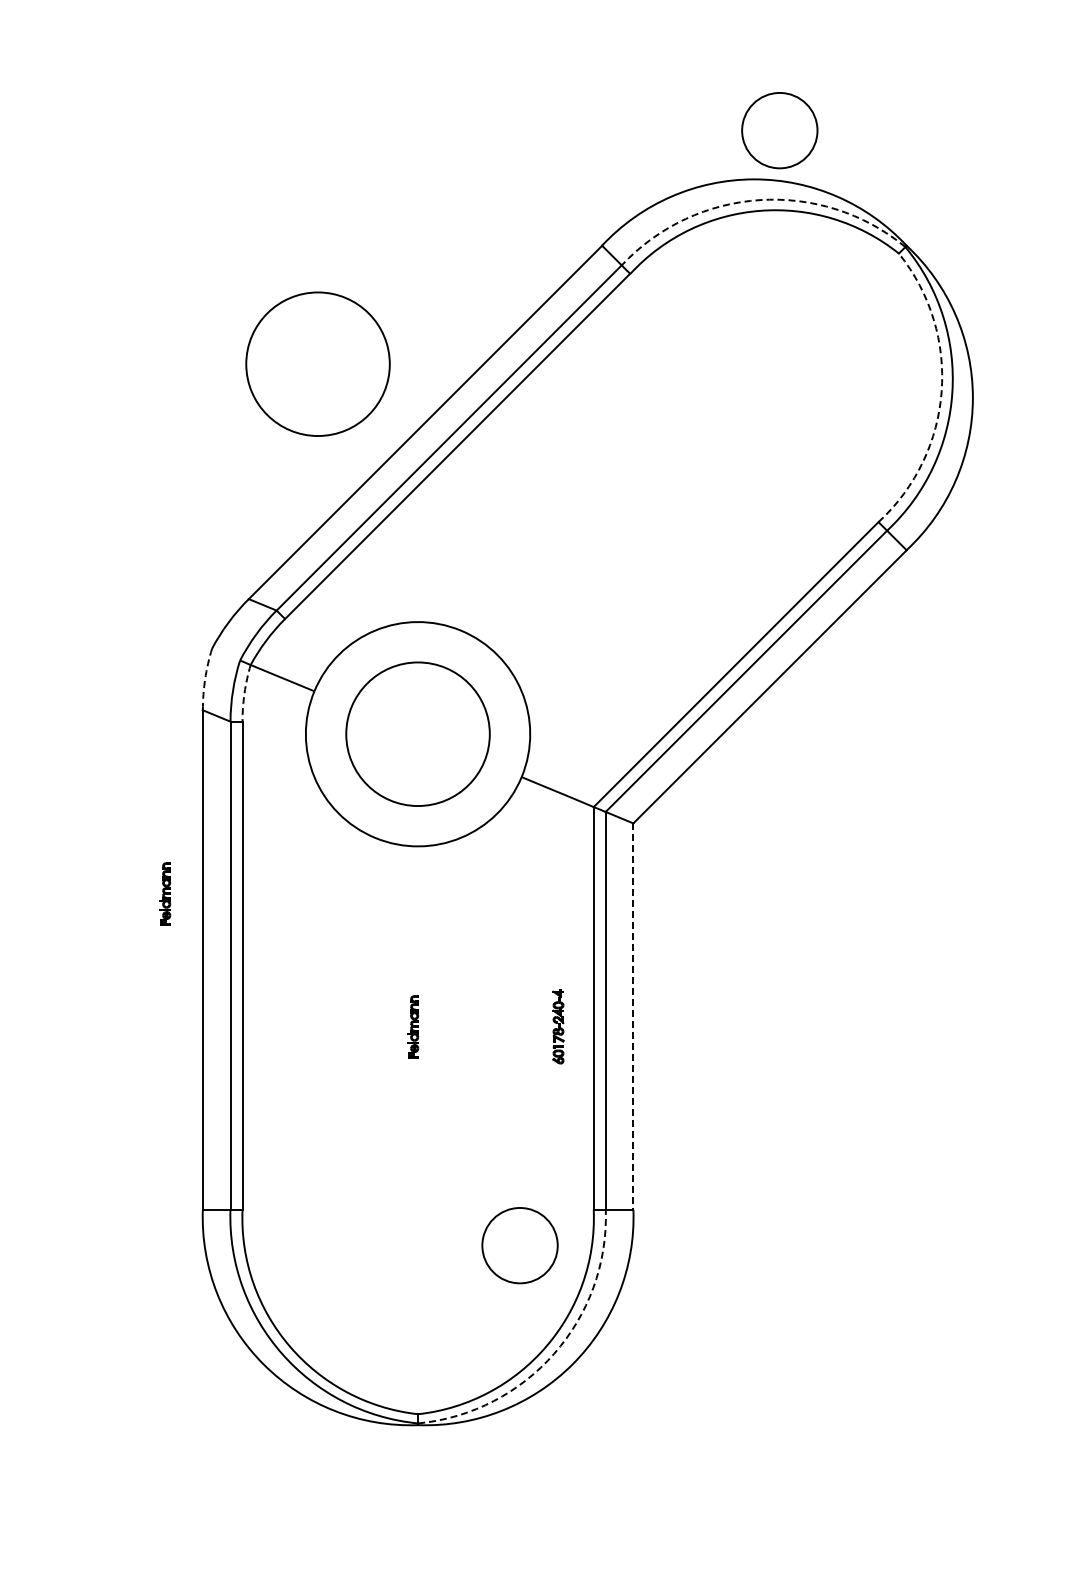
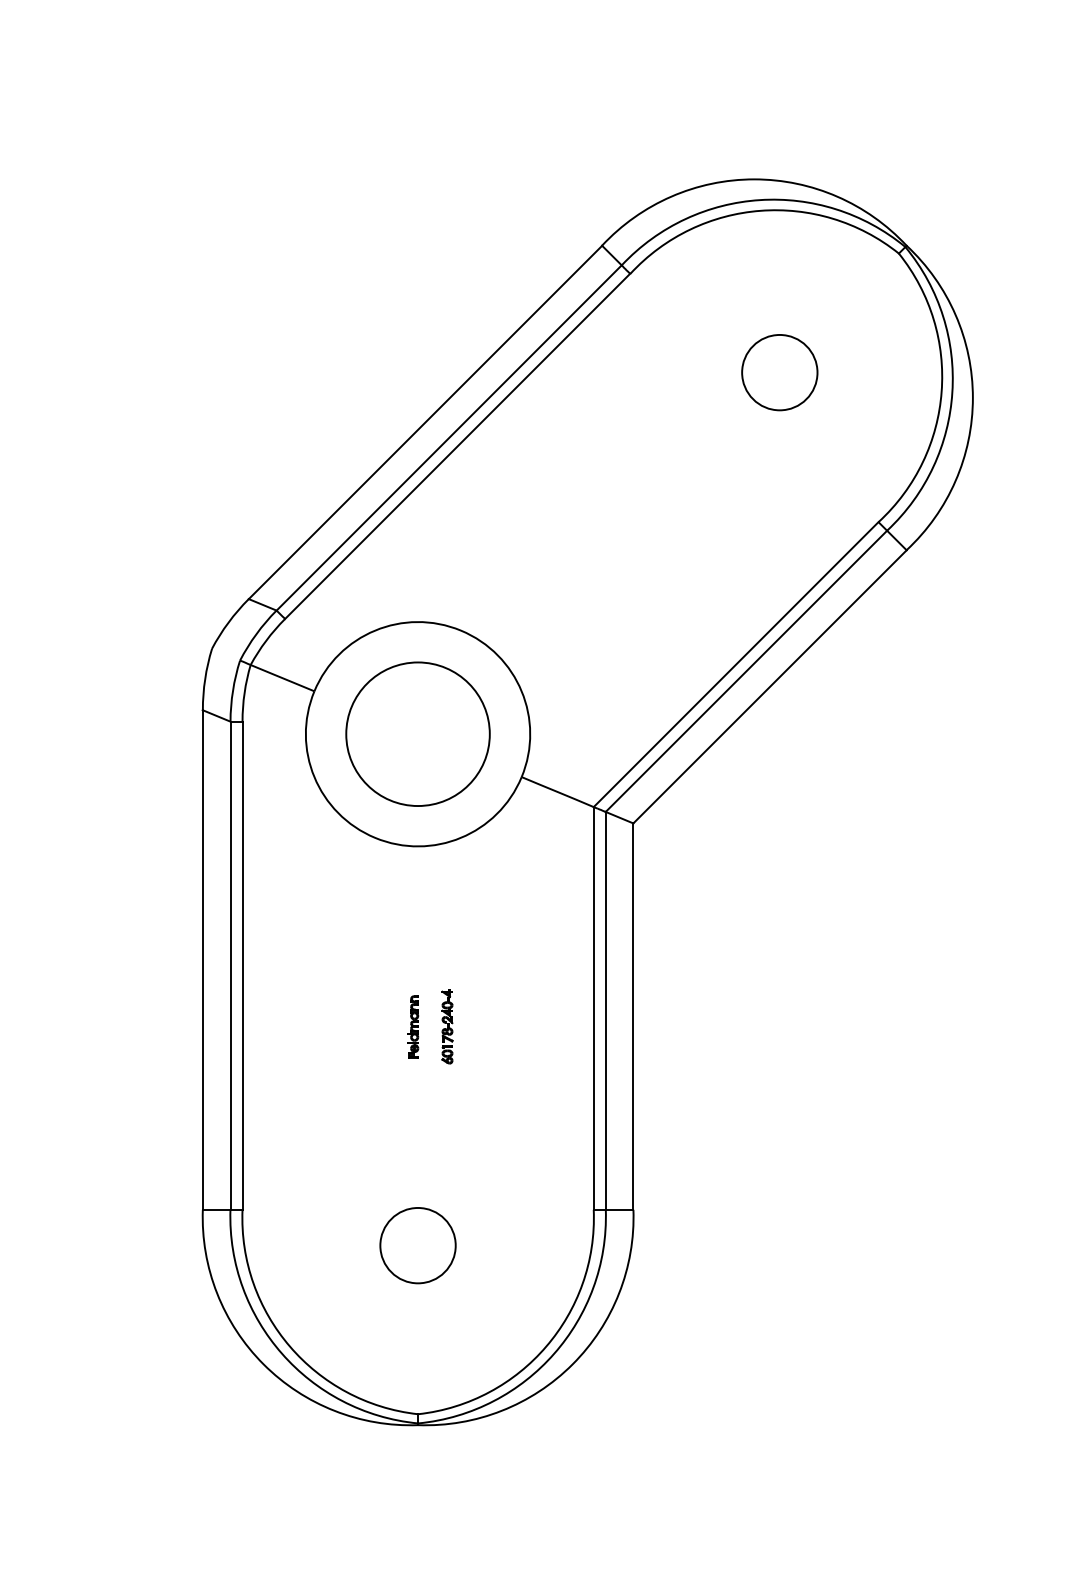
circle at (779, 130) position: (779, 130) -> (779, 372)
arc at (759, 200): dashed -> solid
circle at (317, 363): present -> none
arc at (941, 391): dashed -> solid
arc at (205, 679): dashed -> solid
arc at (244, 692): dashed -> solid
part at (165, 893): present -> none
line at (633, 1017): dashed -> solid
part at (558, 1026) position: (558, 1026) -> (447, 1026)
circle at (519, 1245) position: (519, 1245) -> (417, 1245)
arc at (554, 1353): dashed -> solid
